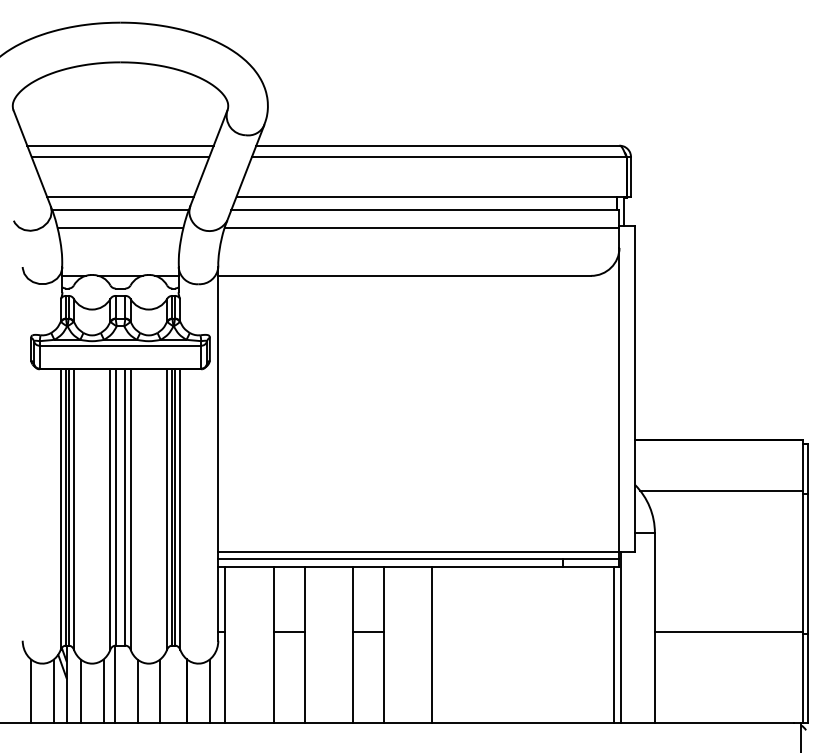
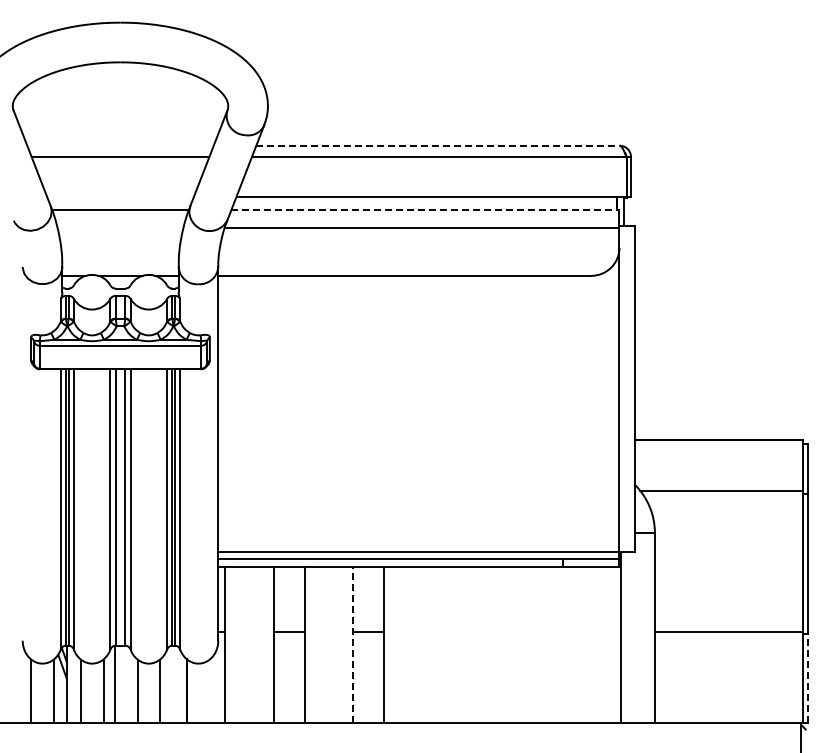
line at (120, 145): present -> none
line at (437, 145): solid -> dashed
line at (120, 196): present -> none
line at (425, 210): solid -> dashed
line at (120, 228): present -> none
line at (352, 644): solid -> dashed
line at (432, 645): present -> none
line at (614, 645): present -> none
line at (808, 678): solid -> dashed
line at (209, 691): present -> none
